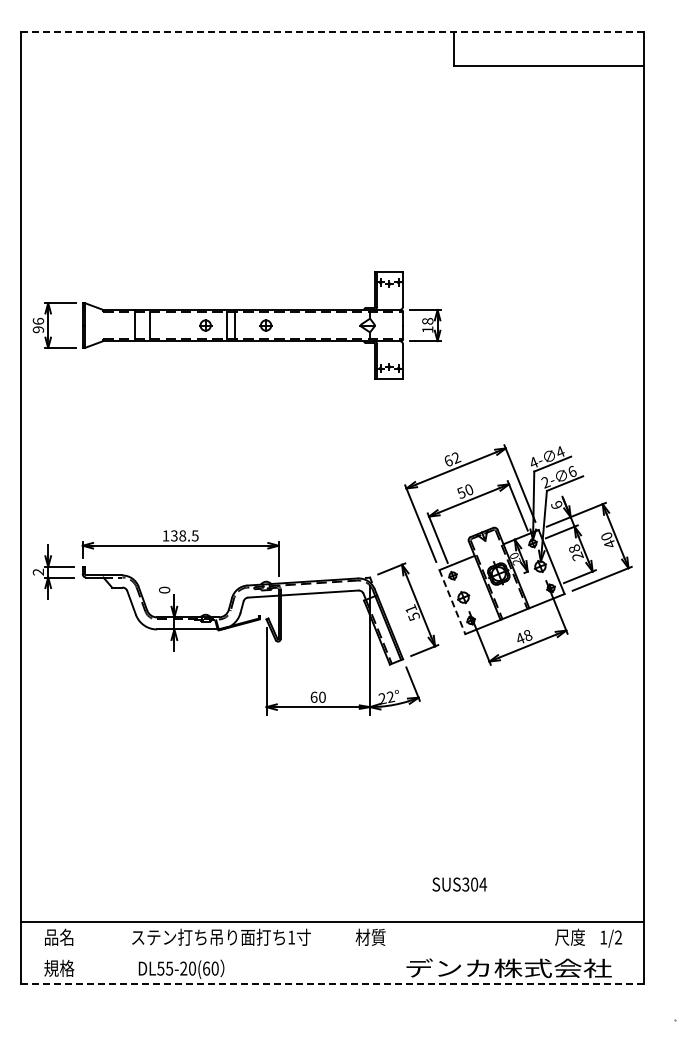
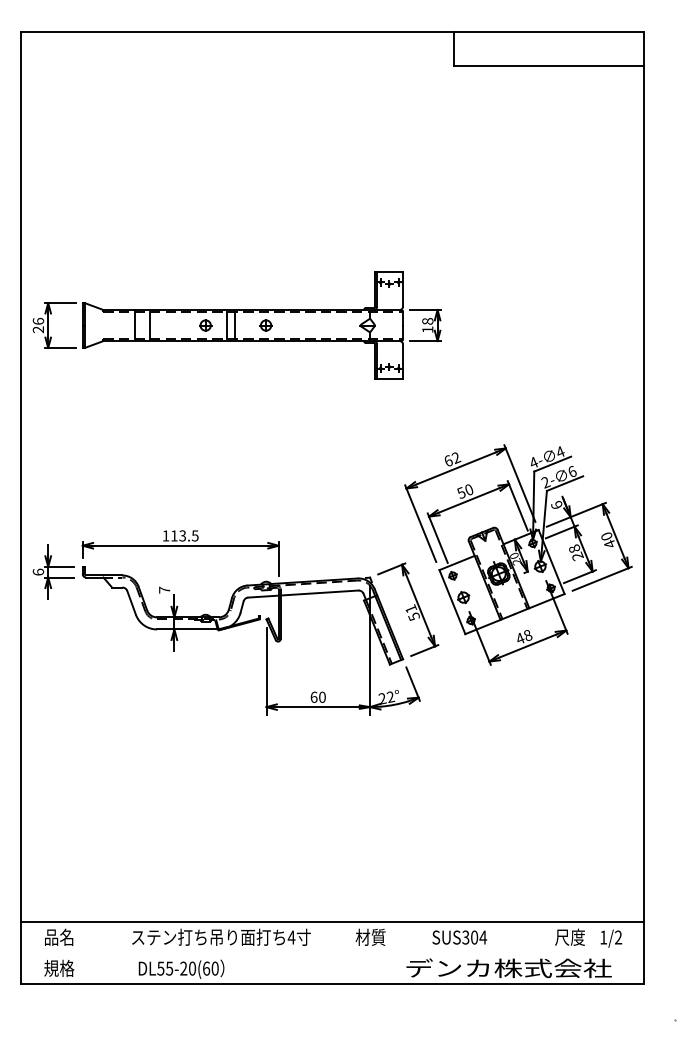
line at (332, 31): dashed -> solid
text at (38, 329): 96 -> 26
text at (178, 535): 138.5 -> 113.5
text at (38, 571): 2 -> 6
text at (164, 589): 0 -> 7
line at (452, 602): dashed -> solid
text at (459, 884) position: (459, 884) -> (459, 937)
text at (291, 937): 1 -> 4
line at (332, 984): dashed -> solid
